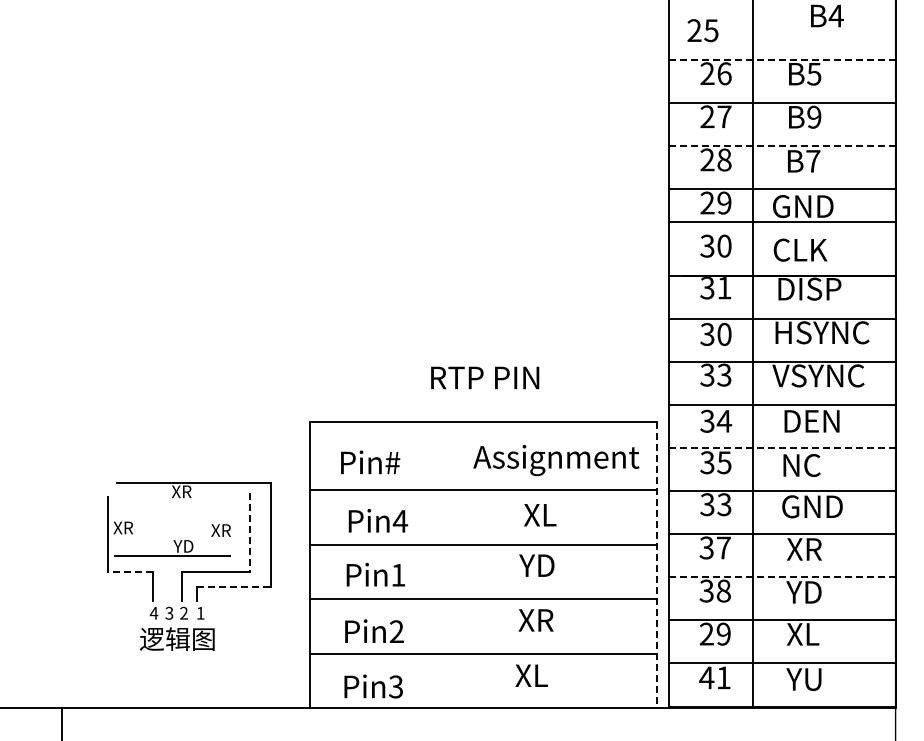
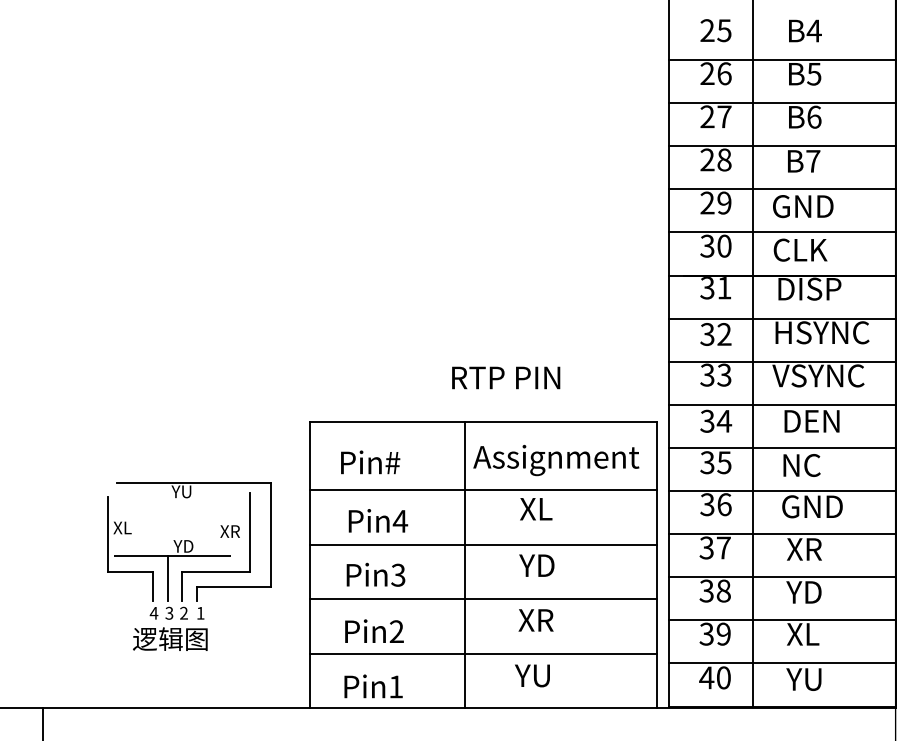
text at (827, 15) position: (827, 15) -> (805, 30)
text at (702, 30) position: (702, 30) -> (715, 30)
line at (782, 59): dashed -> solid
text at (814, 116): B9 -> B6
line at (782, 146): dashed -> solid
line at (782, 222) position: (782, 222) -> (782, 232)
text at (724, 334): 30 -> 32
text at (485, 377) position: (485, 377) -> (506, 377)
line at (782, 447): dashed -> solid
text at (181, 491): XR -> YU
text at (724, 504): 33 -> 36
text at (540, 515) position: (540, 515) -> (536, 509)
text at (129, 527): XR -> XL
text at (220, 530) position: (220, 530) -> (229, 531)
line at (250, 533): dashed -> solid
line at (465, 565): none -> present
line at (656, 565): dashed -> solid
line at (130, 571): dashed -> solid
text at (398, 574): Pin1 -> Pin3
line at (782, 577): dashed -> solid
line at (167, 578): none -> present
line at (233, 586): dashed -> solid
text at (706, 634): 29 -> 39
text at (177, 638) position: (177, 638) -> (170, 638)
text at (532, 675): XL -> YU
text at (723, 677): 41 -> 40
text at (395, 686): Pin3 -> Pin1
line at (61, 722) position: (61, 722) -> (42, 722)
